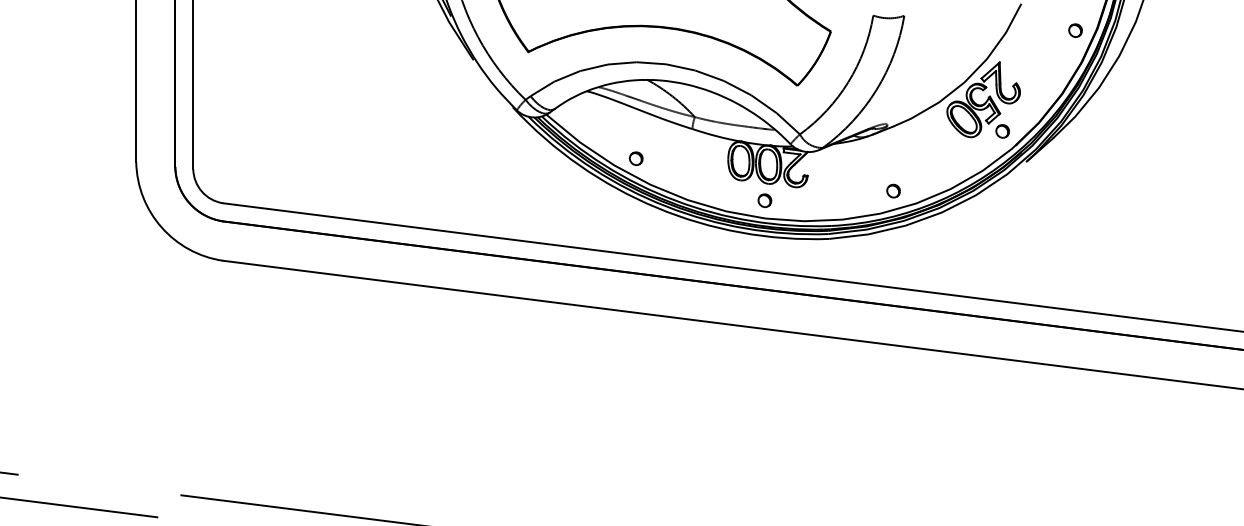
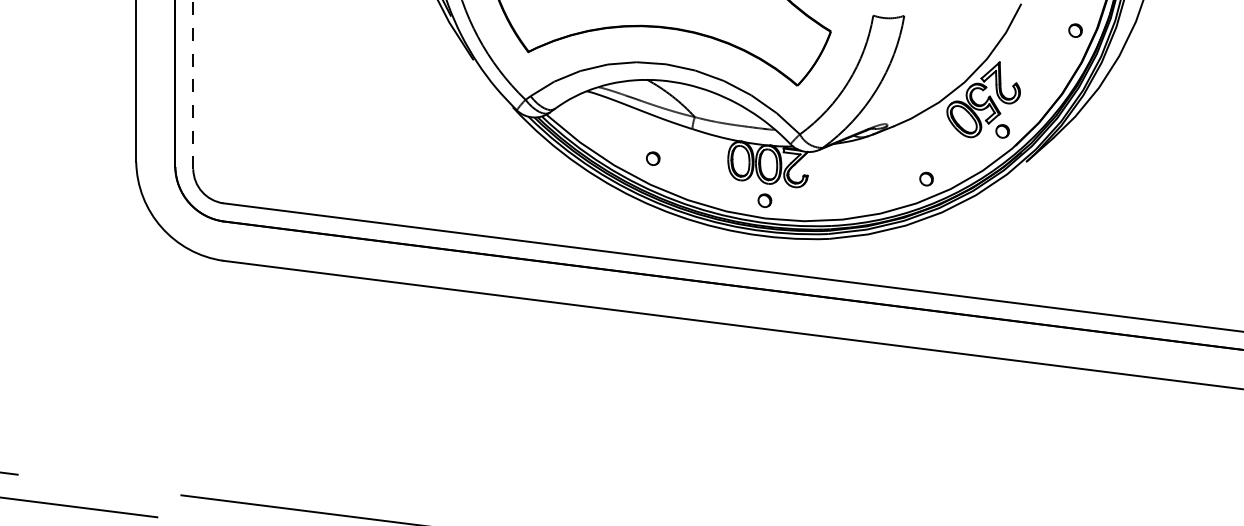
line at (193, 84): solid -> dashed
part at (635, 158) position: (635, 158) -> (652, 158)
part at (893, 190) position: (893, 190) -> (926, 178)
